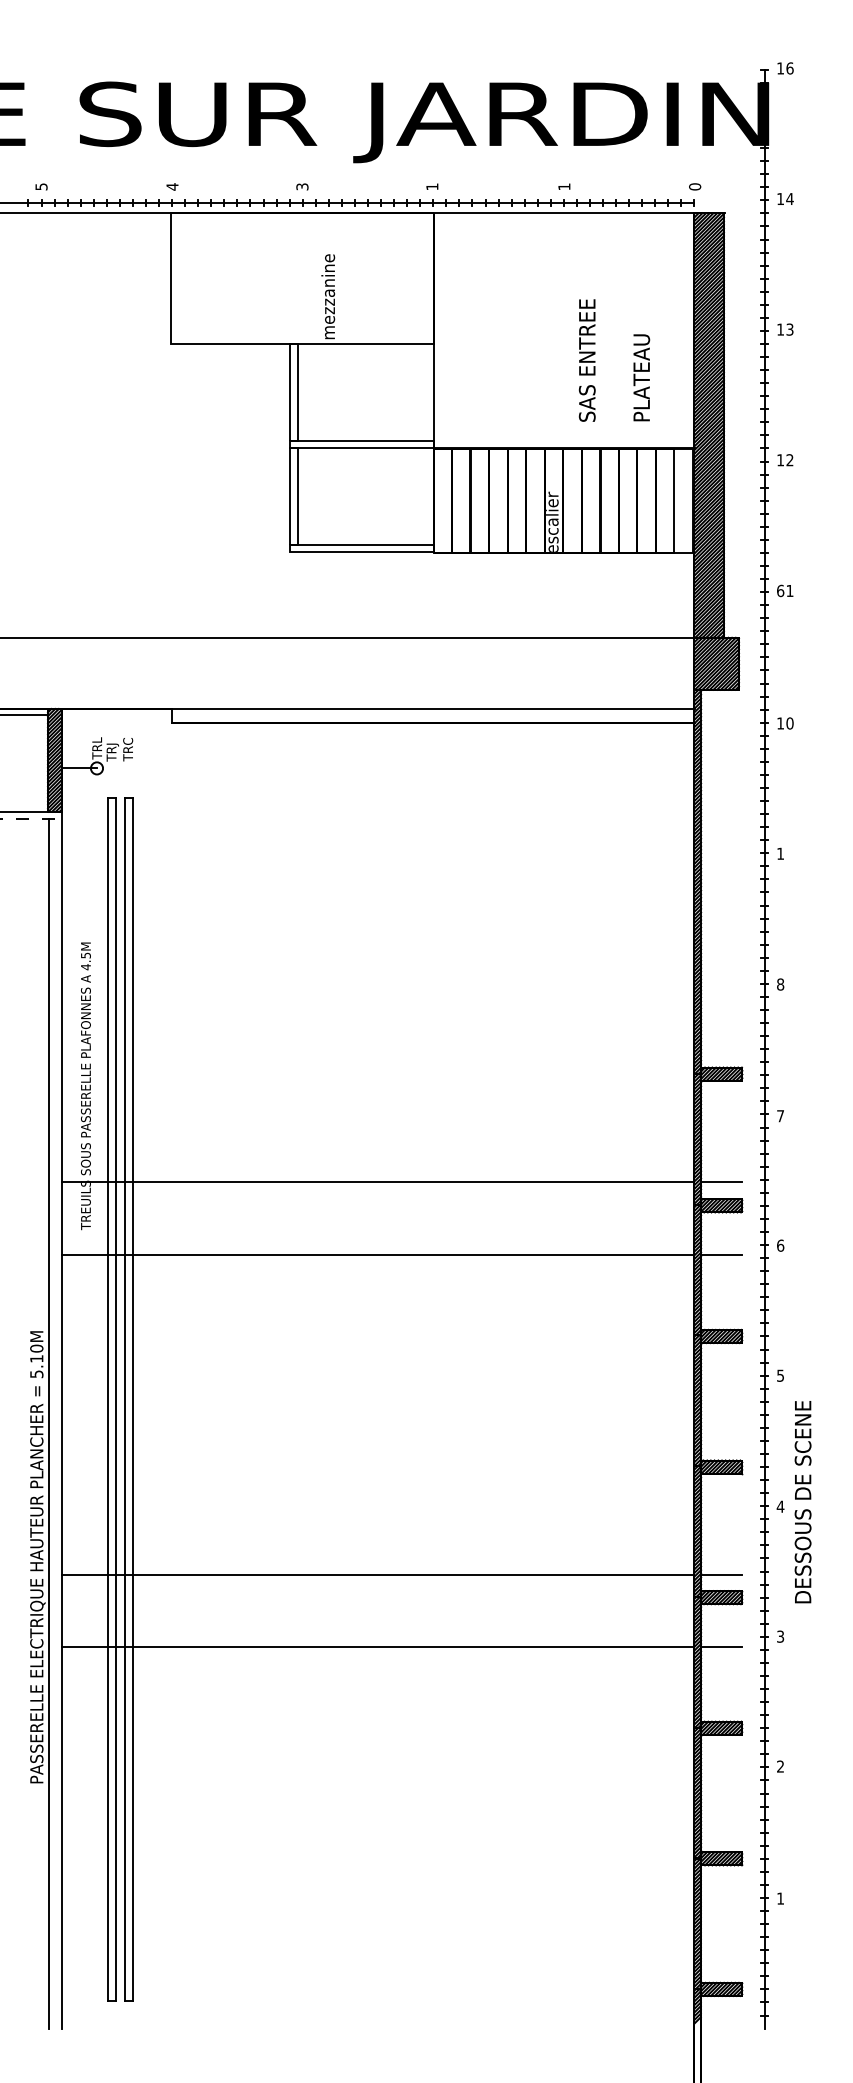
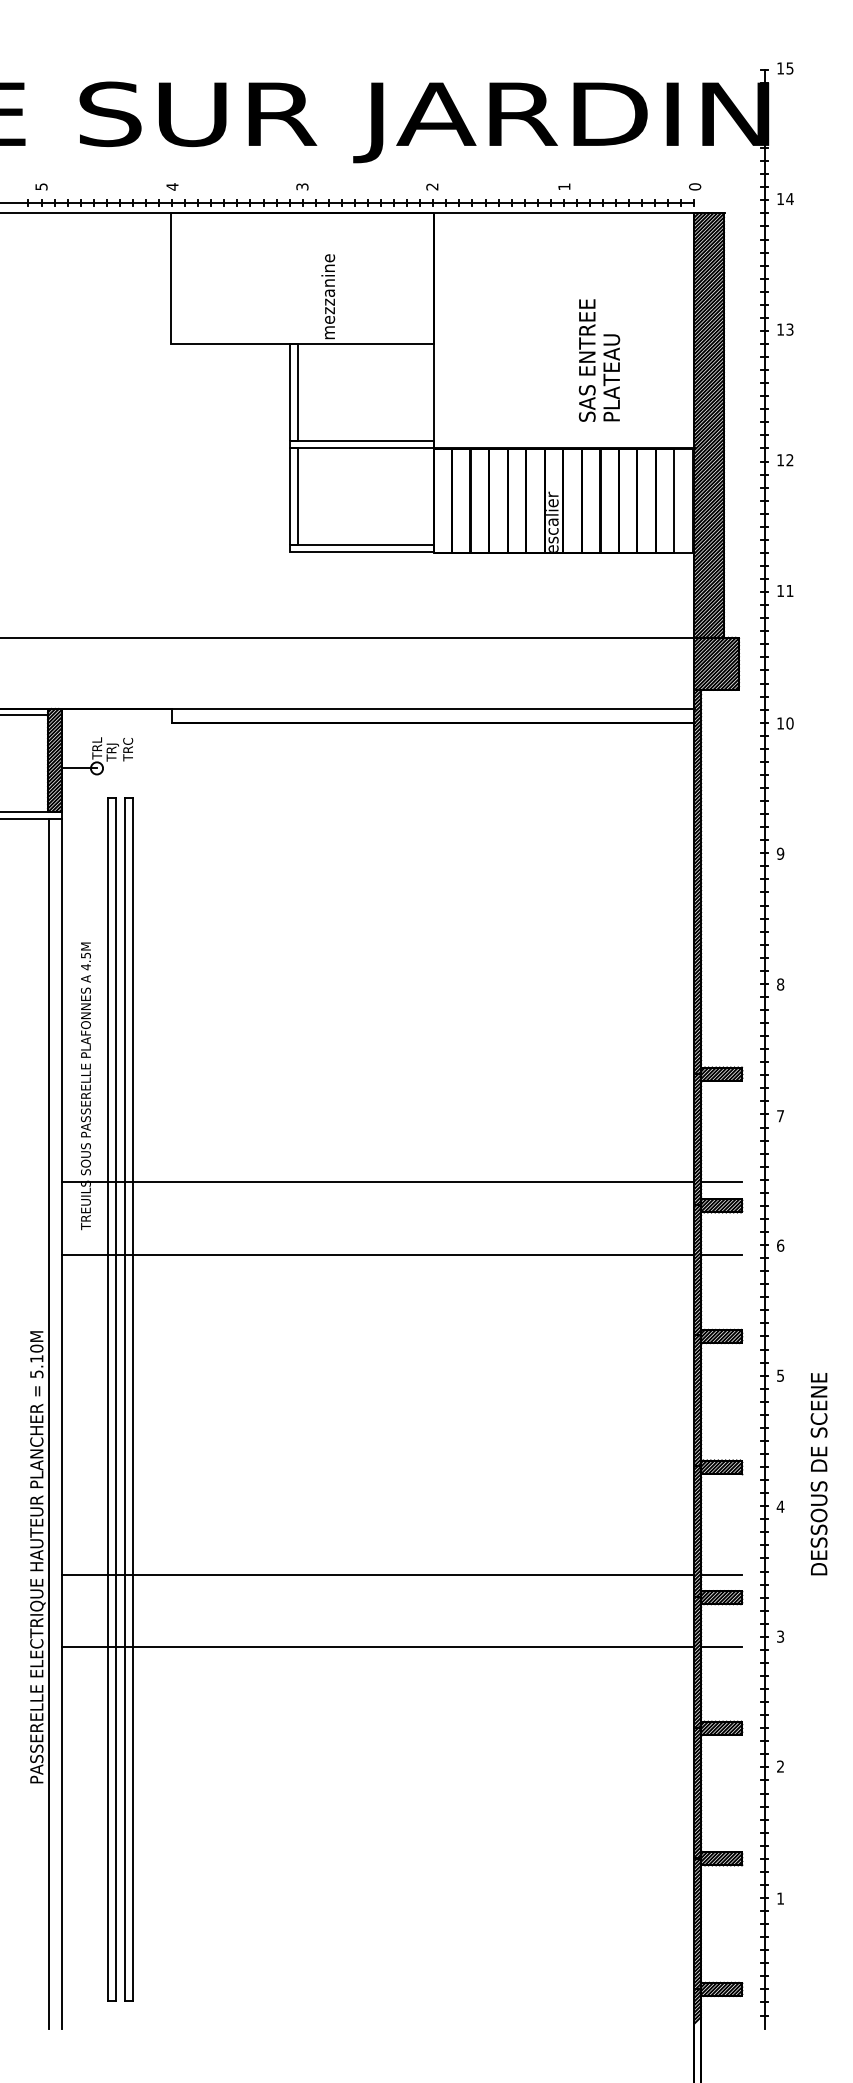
text at (789, 68): 16 -> 15
text at (432, 186): 1 -> 2
text at (641, 377) position: (641, 377) -> (611, 377)
text at (780, 590): 61 -> 11
line at (31, 818): dashed -> solid
text at (780, 853): 1 -> 9
text at (802, 1502) position: (802, 1502) -> (818, 1474)
